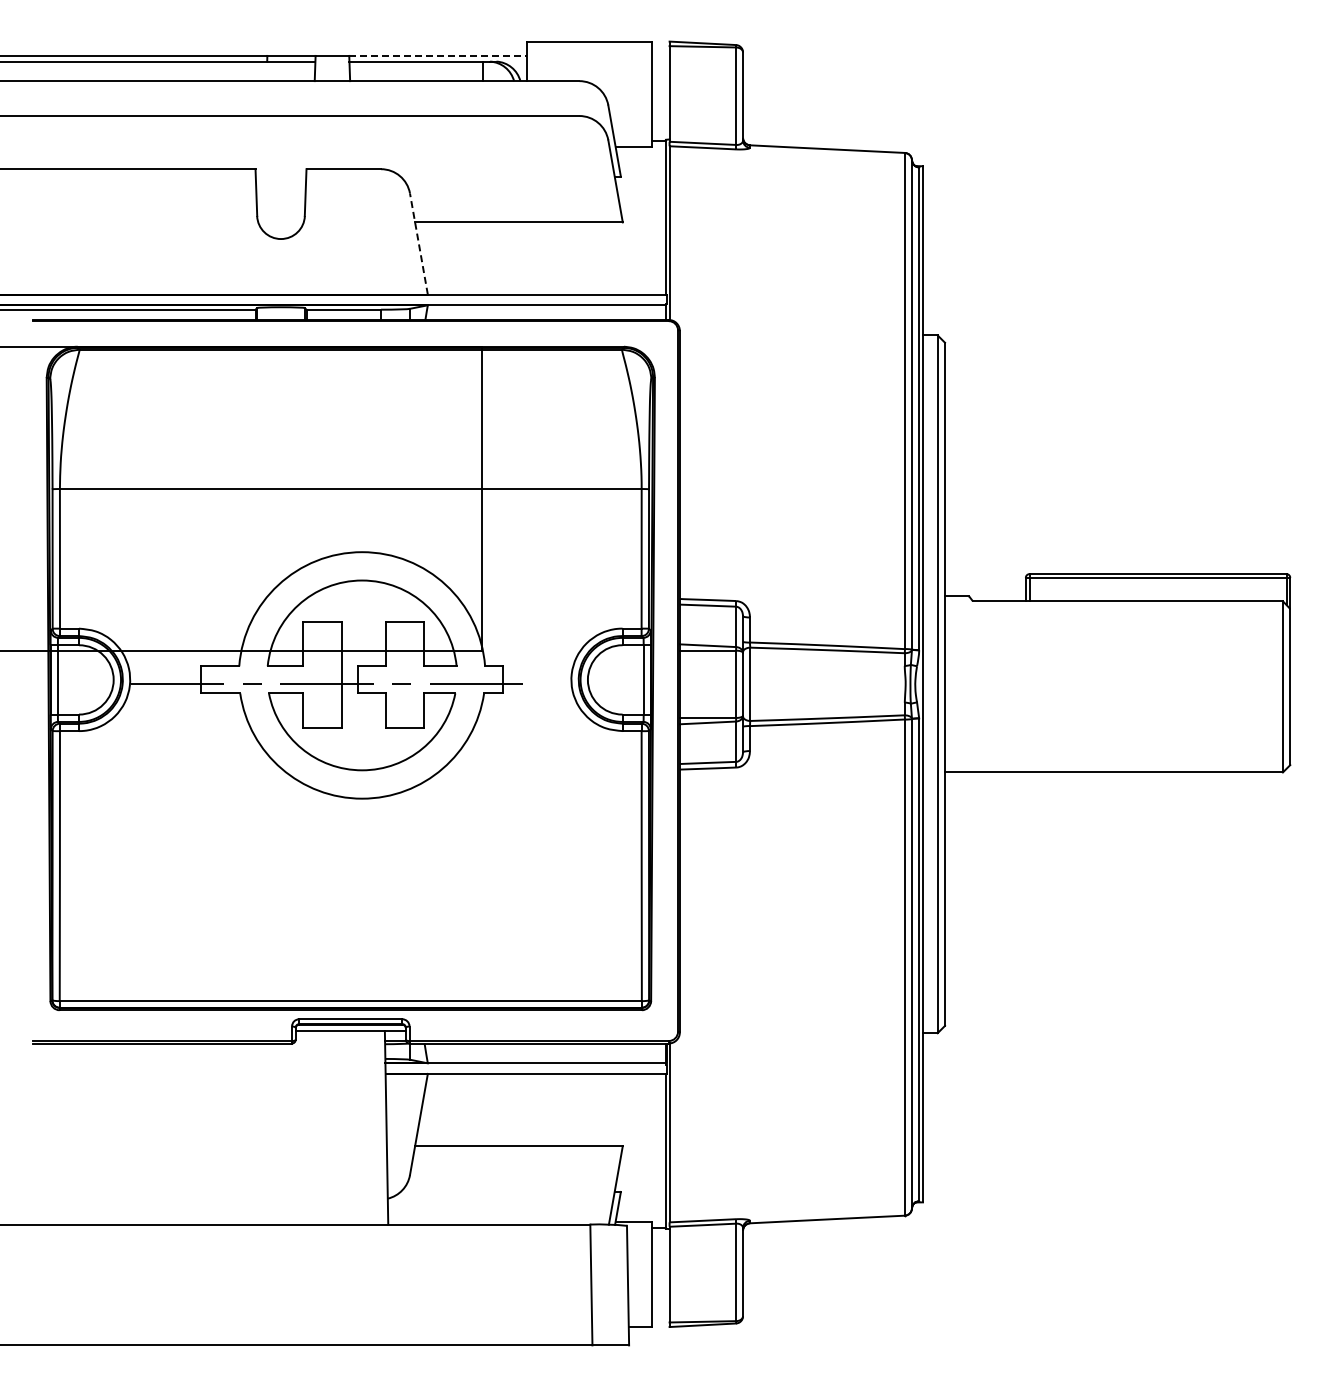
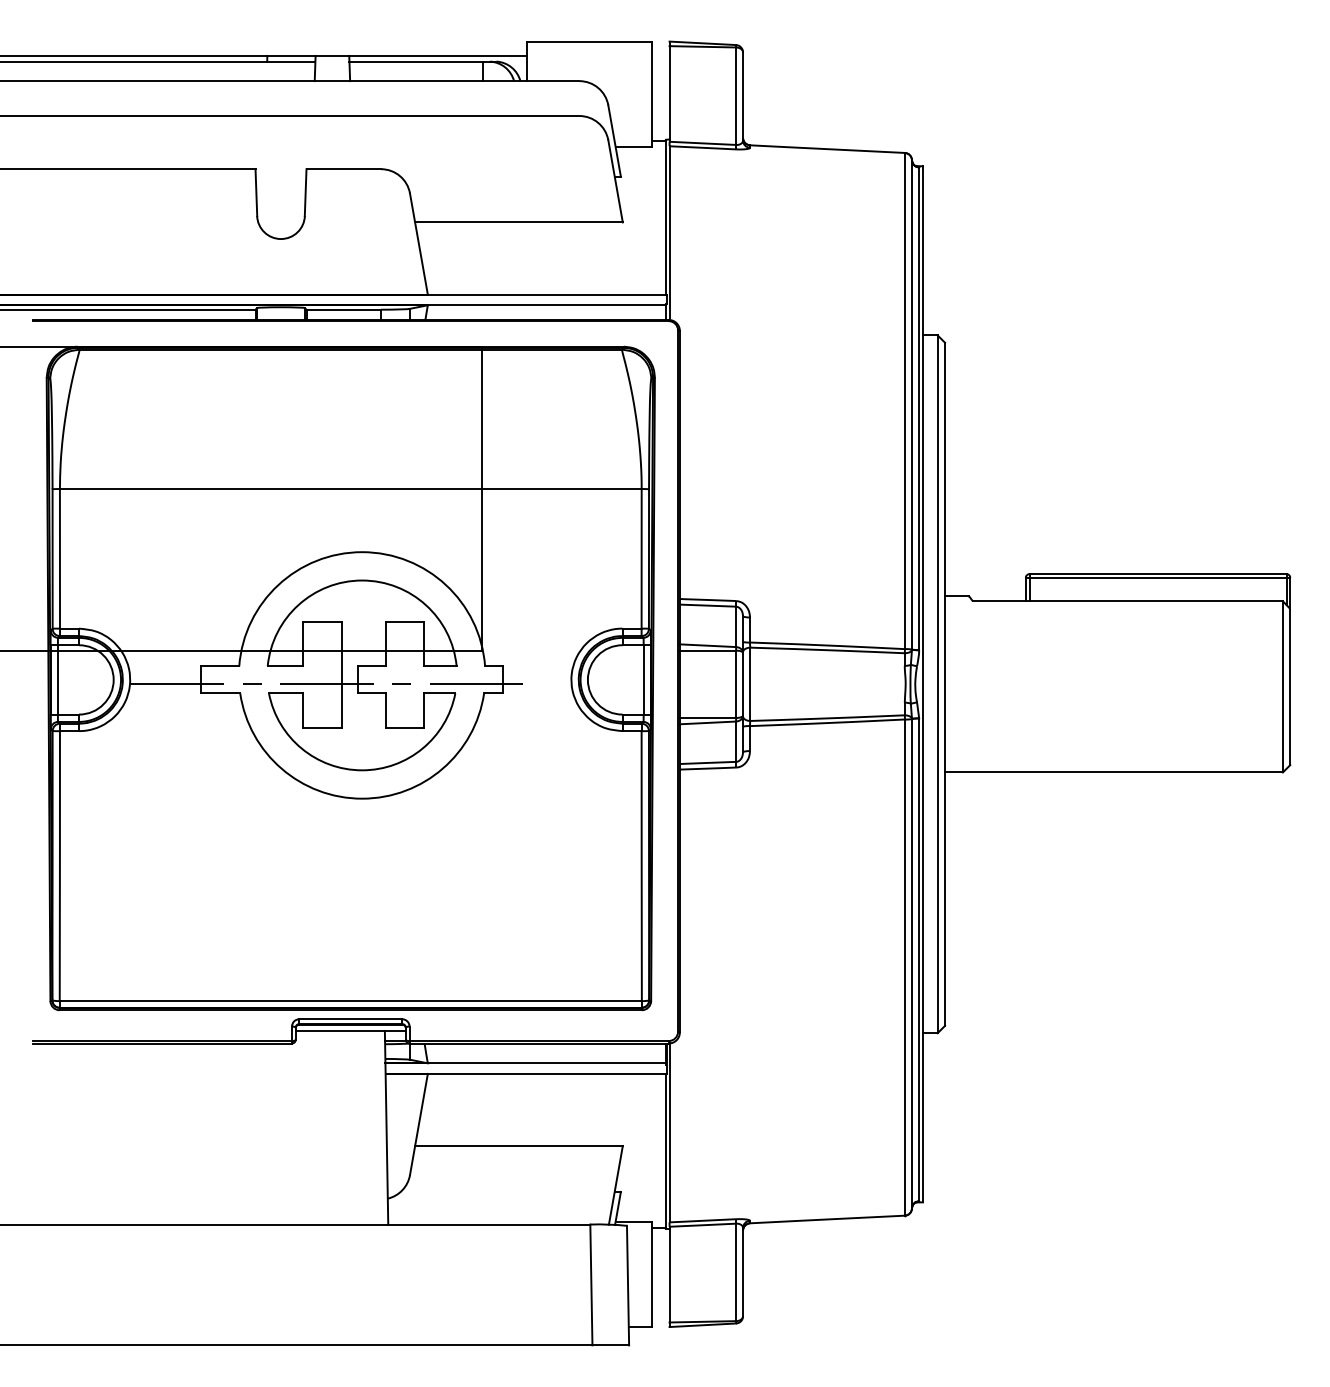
line at (438, 55): dashed -> solid
line at (418, 243): dashed -> solid
